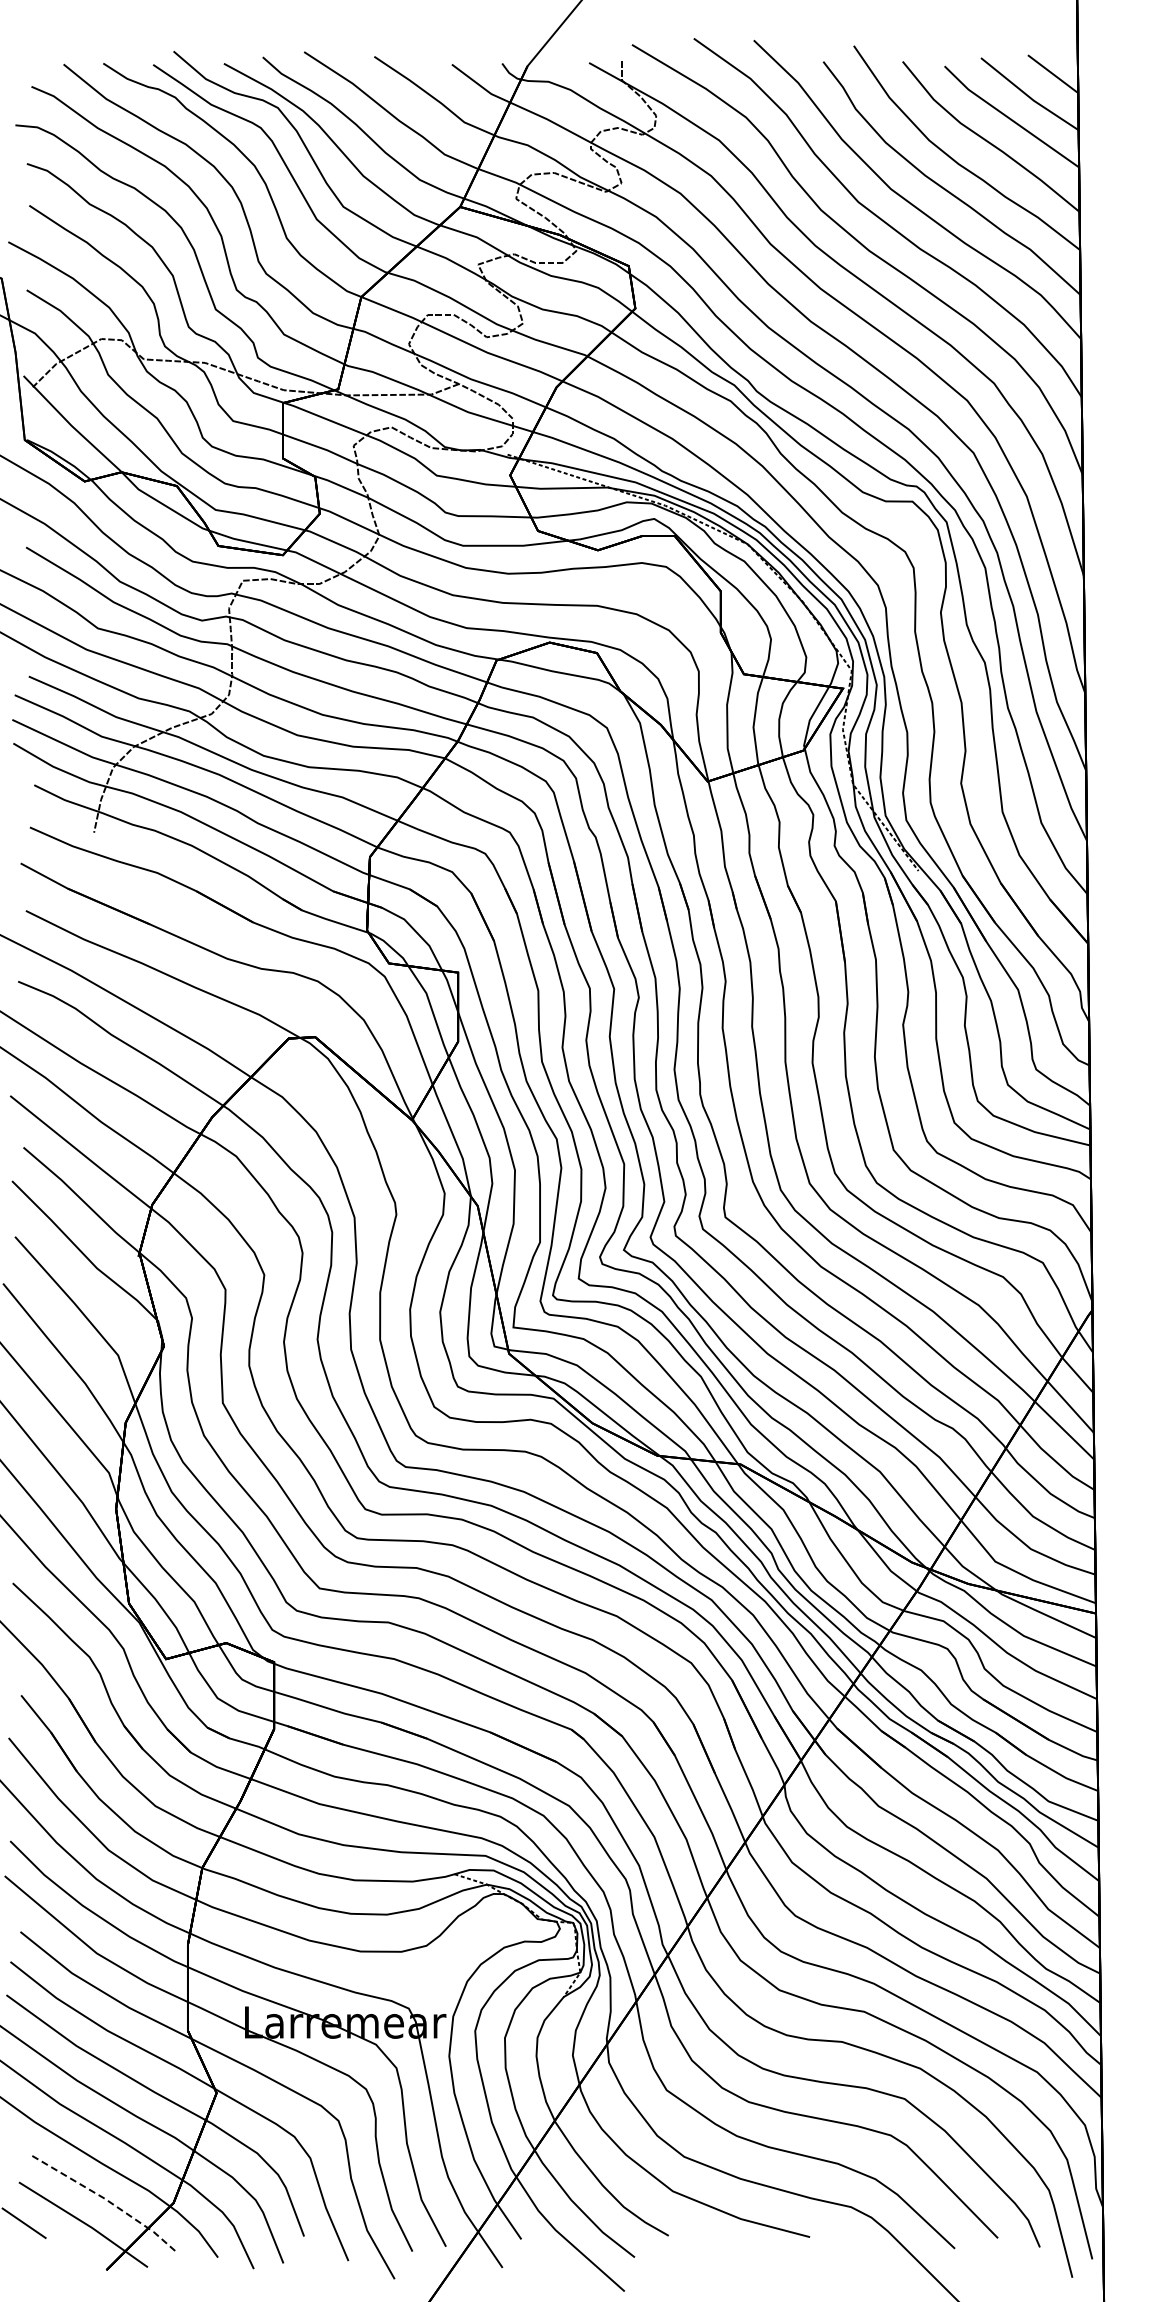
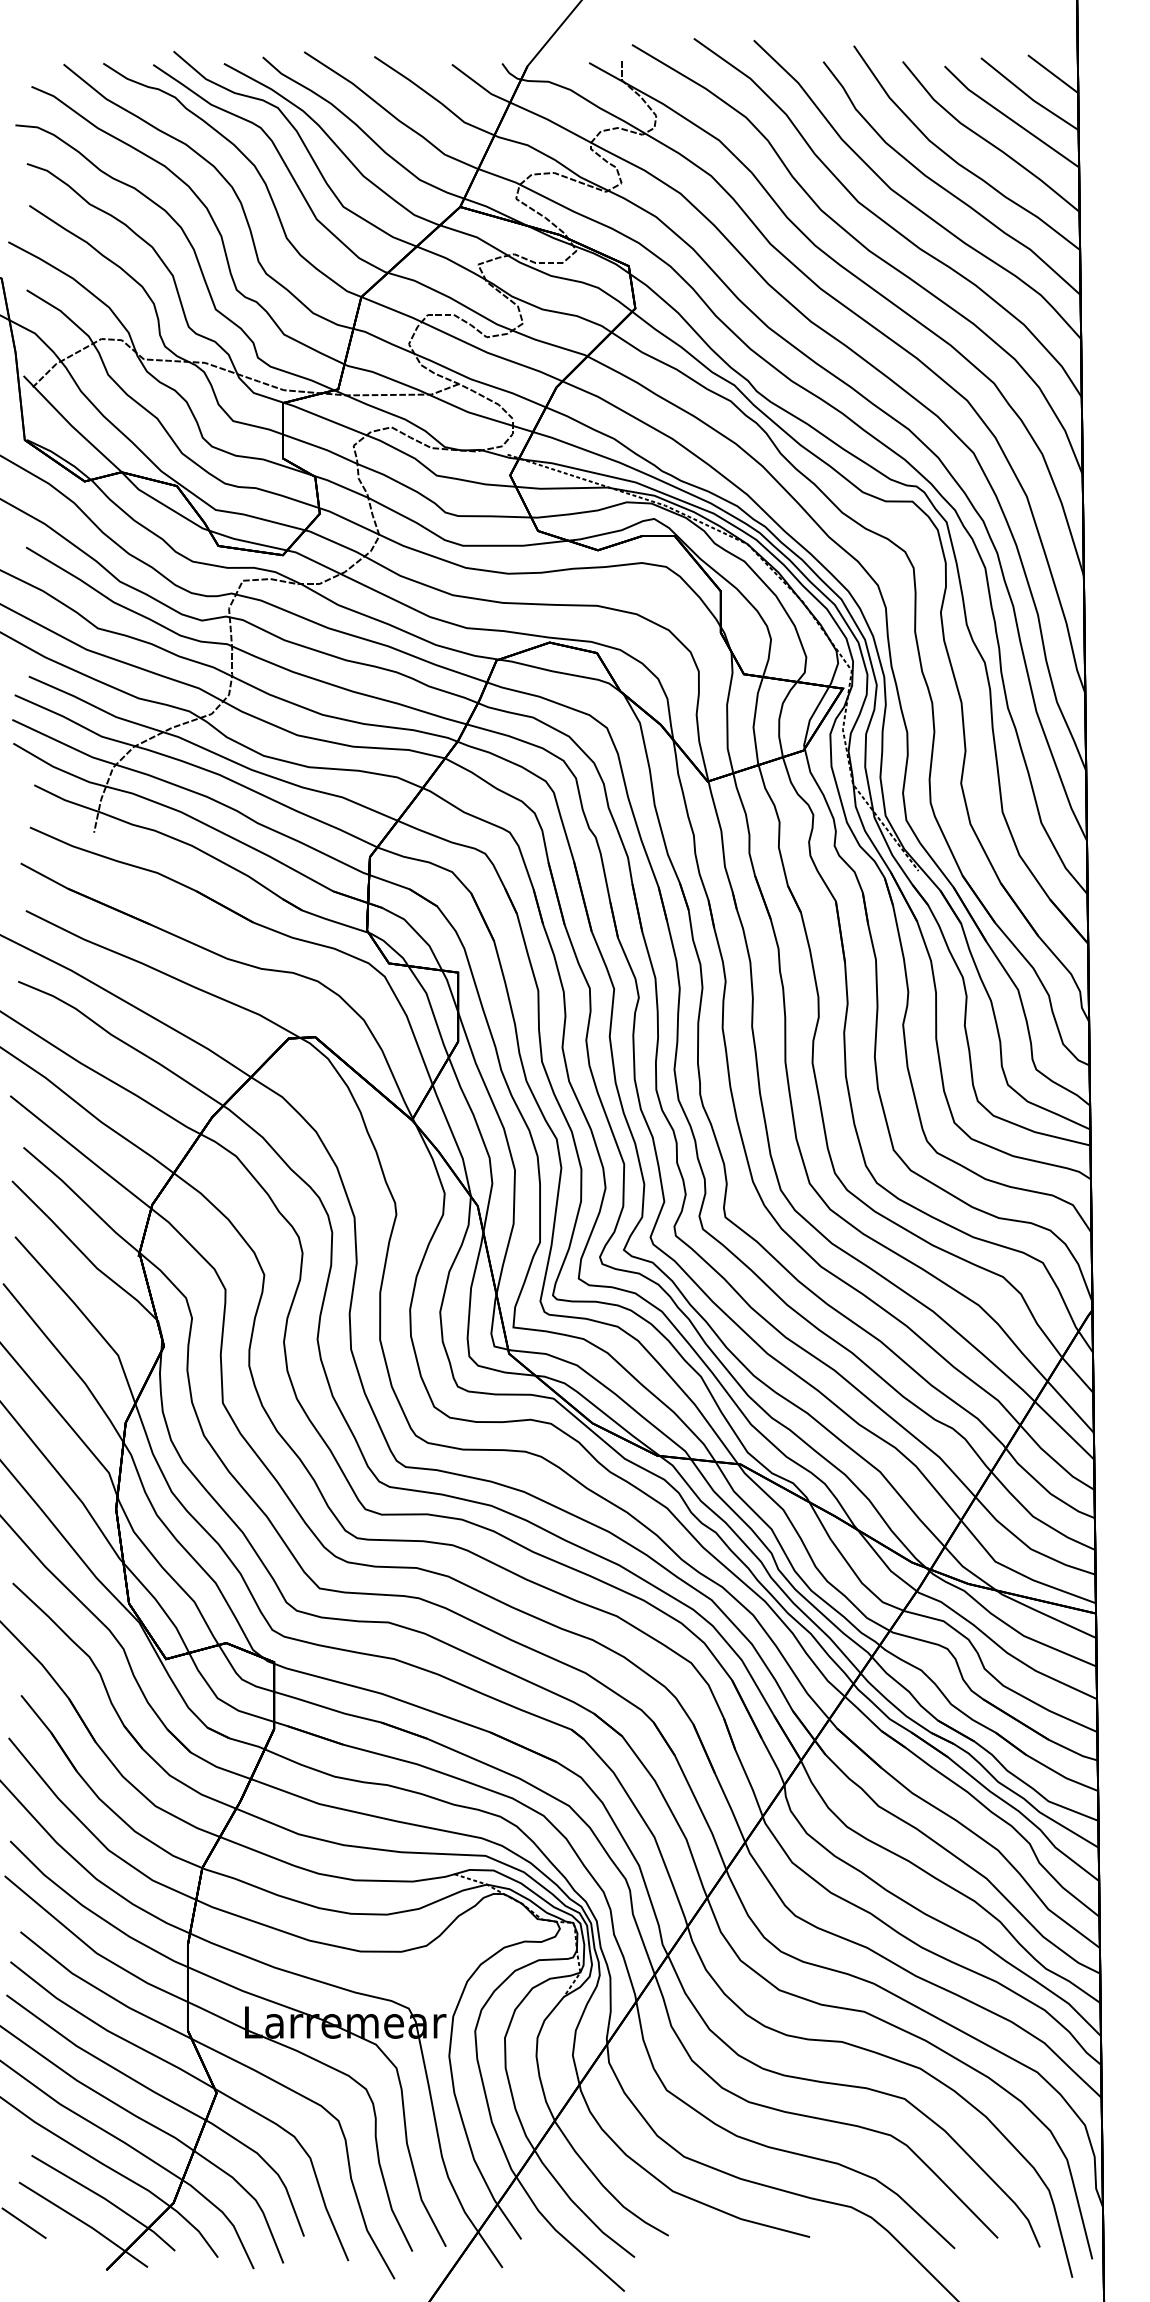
line at (106, 2199): dashed -> solid
